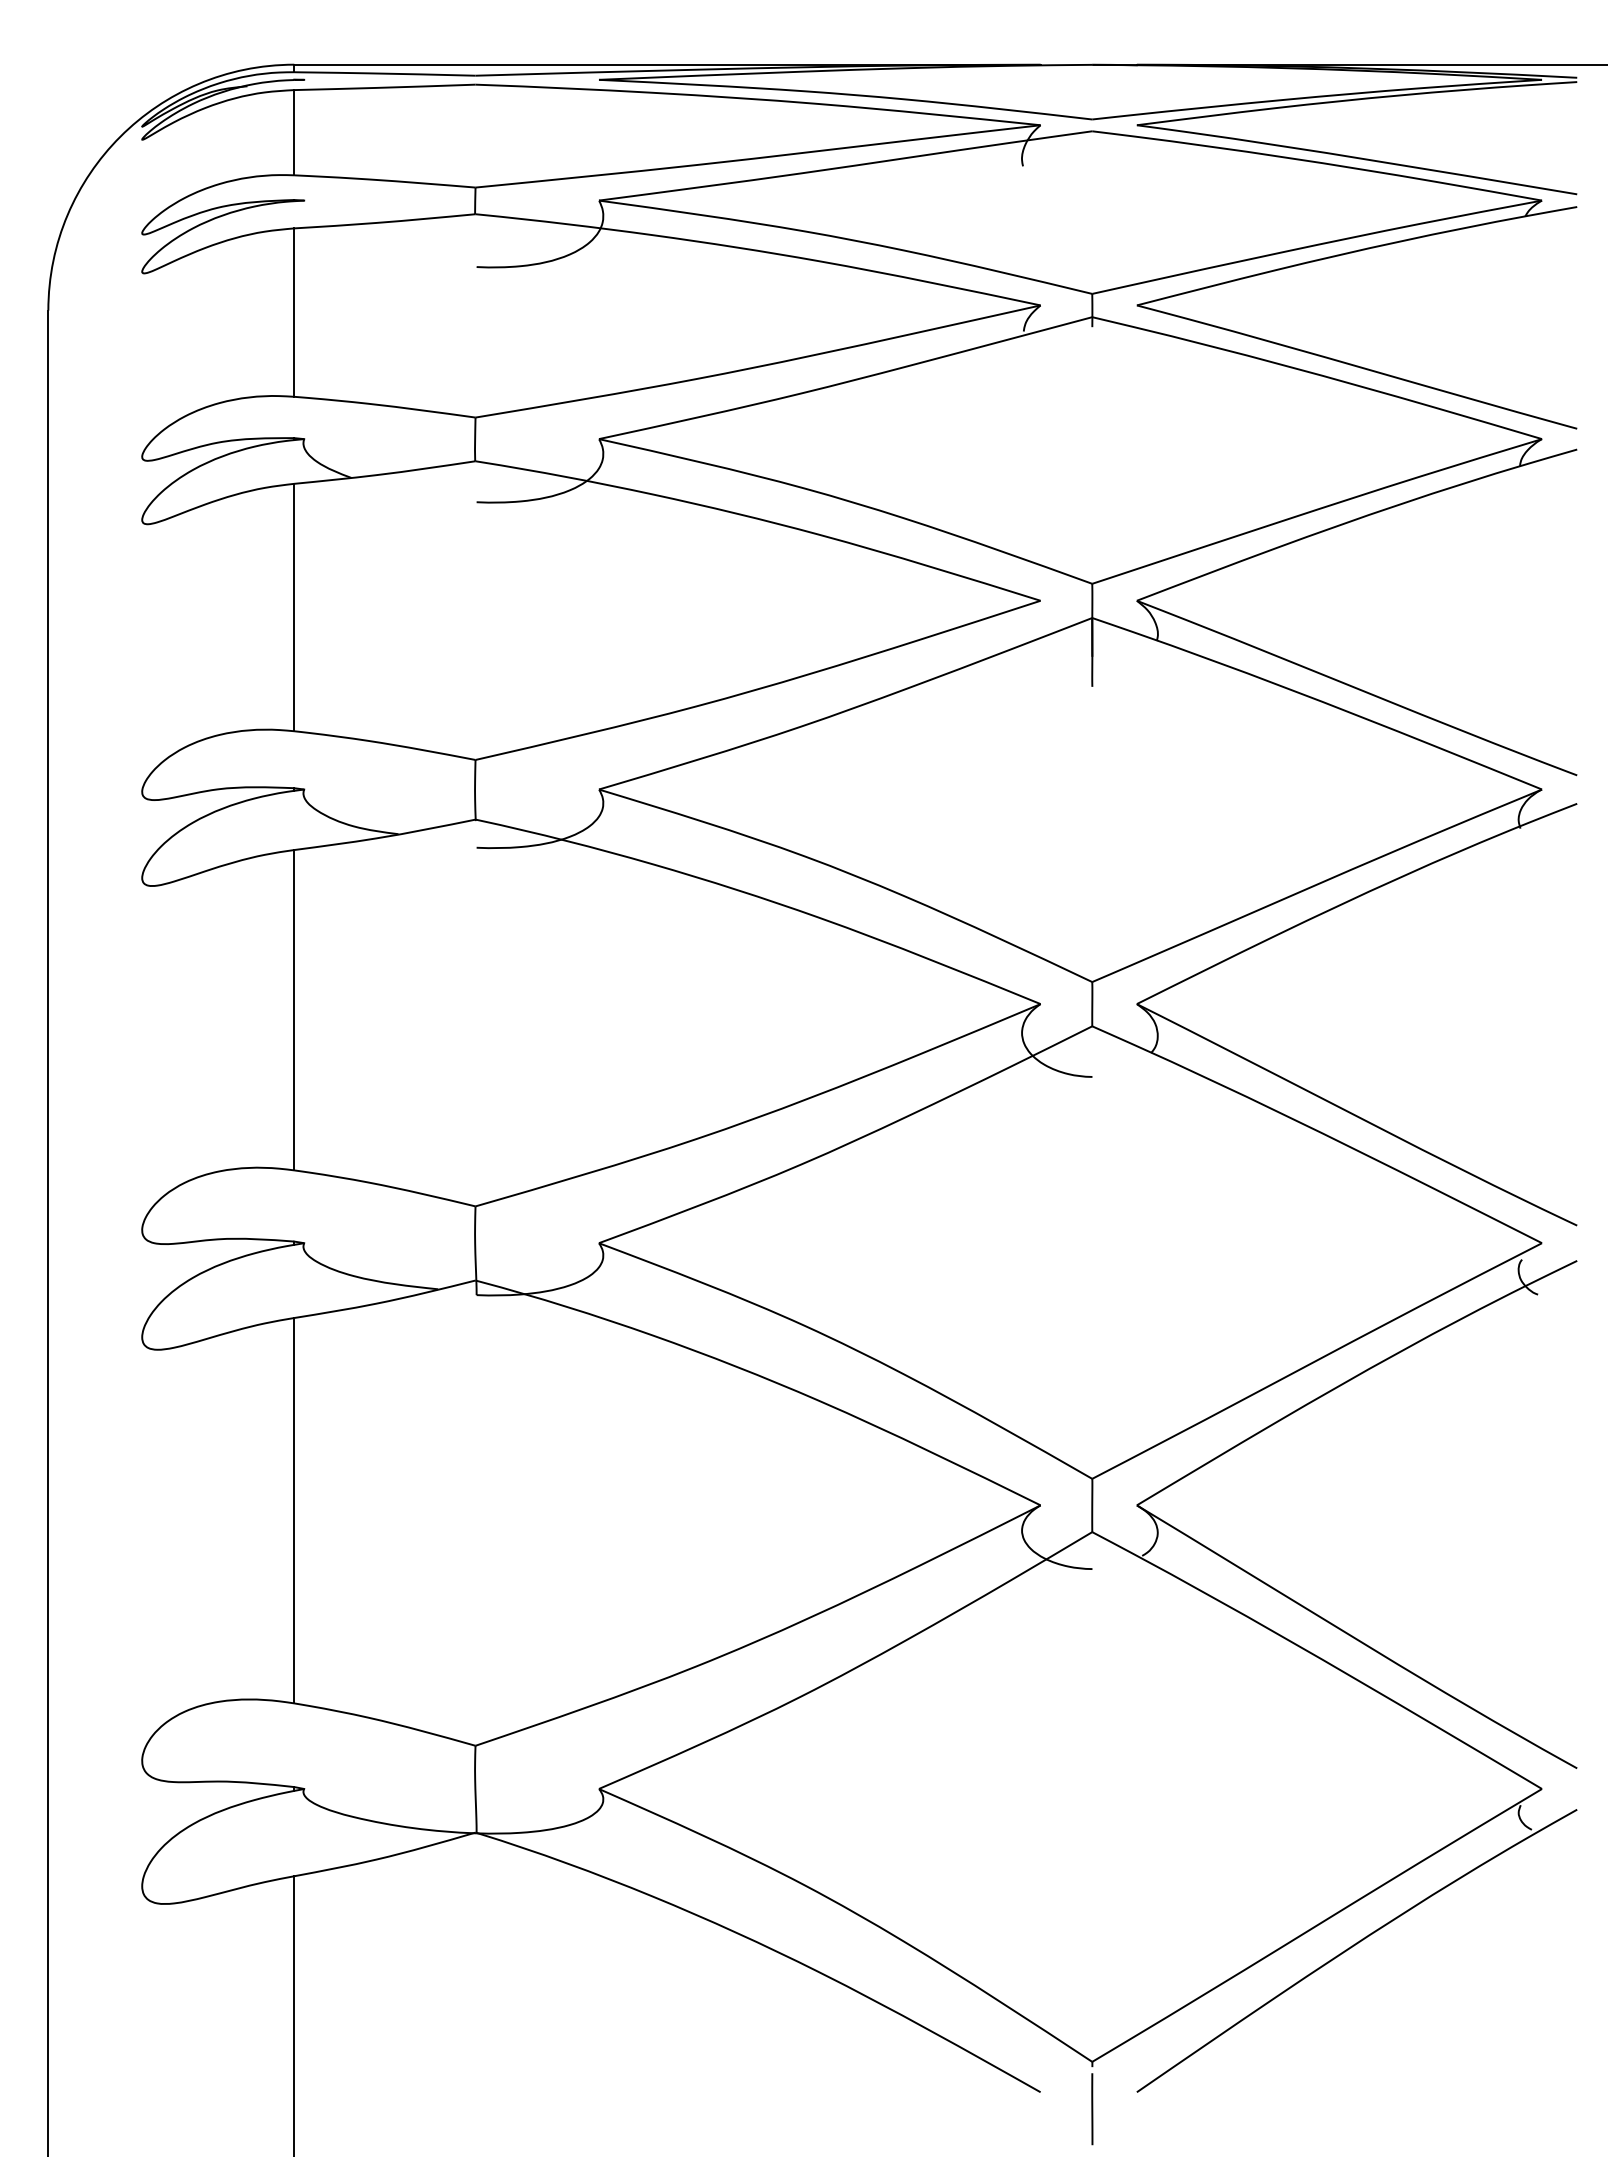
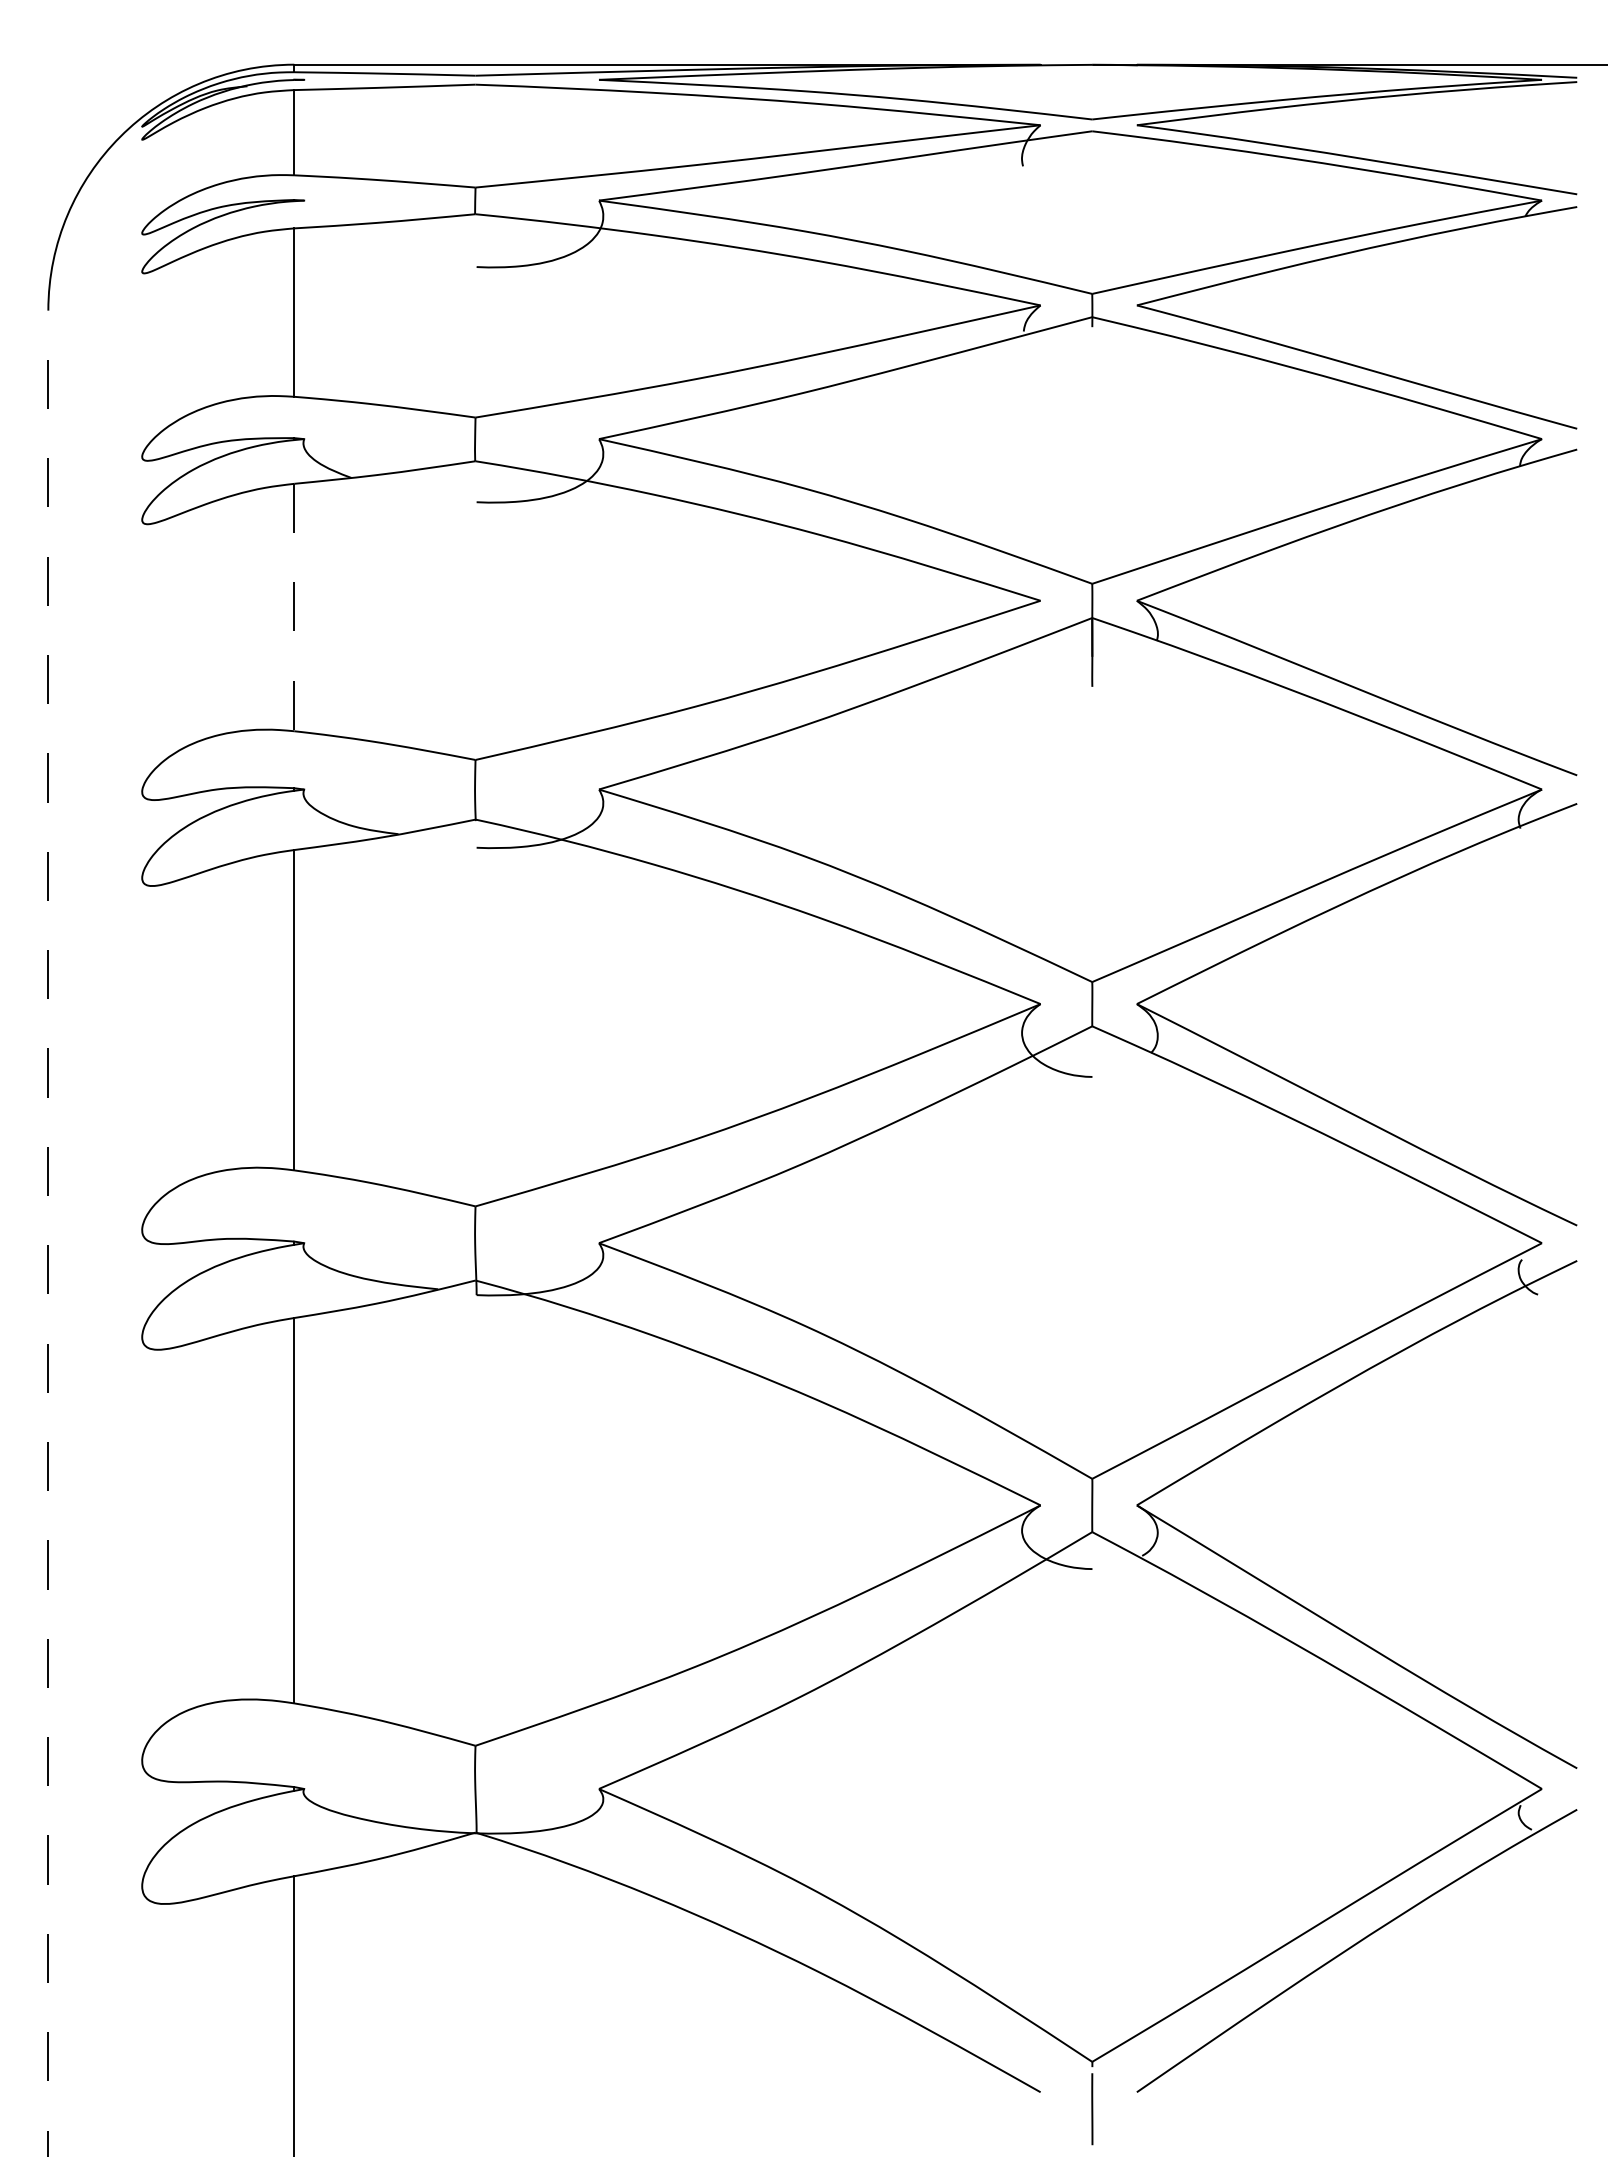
line at (294, 607): solid -> dashed
line at (48, 1232): solid -> dashed
